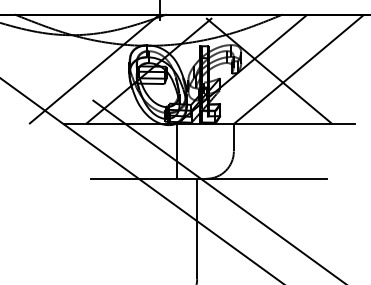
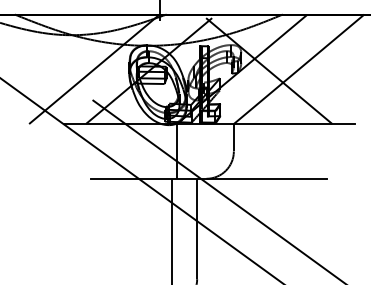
line at (171, 229): none -> present
